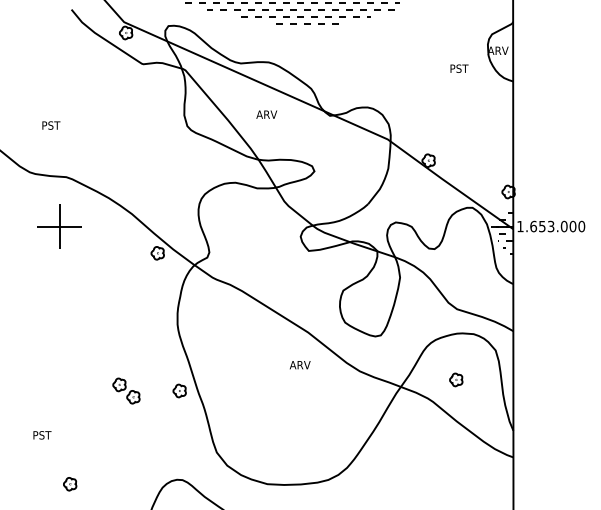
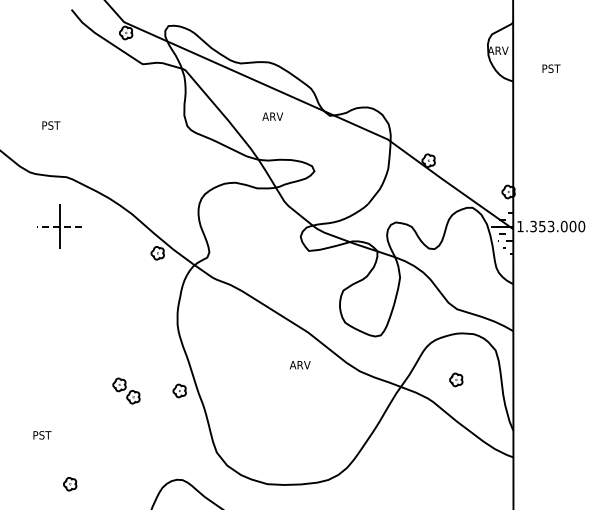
hatch at (292, 13): present -> none
text at (459, 68) position: (459, 68) -> (551, 68)
text at (266, 114) position: (266, 114) -> (272, 116)
line at (59, 226): solid -> dashed
text at (533, 226): 1.653.000 -> 1.353.000
